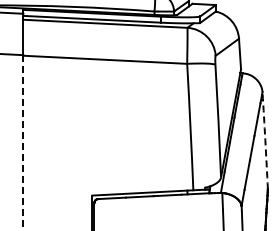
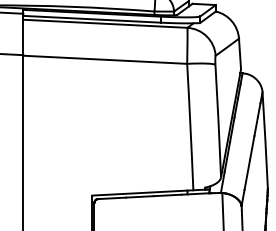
arc at (265, 140): dashed -> solid
line at (23, 143): dashed -> solid
